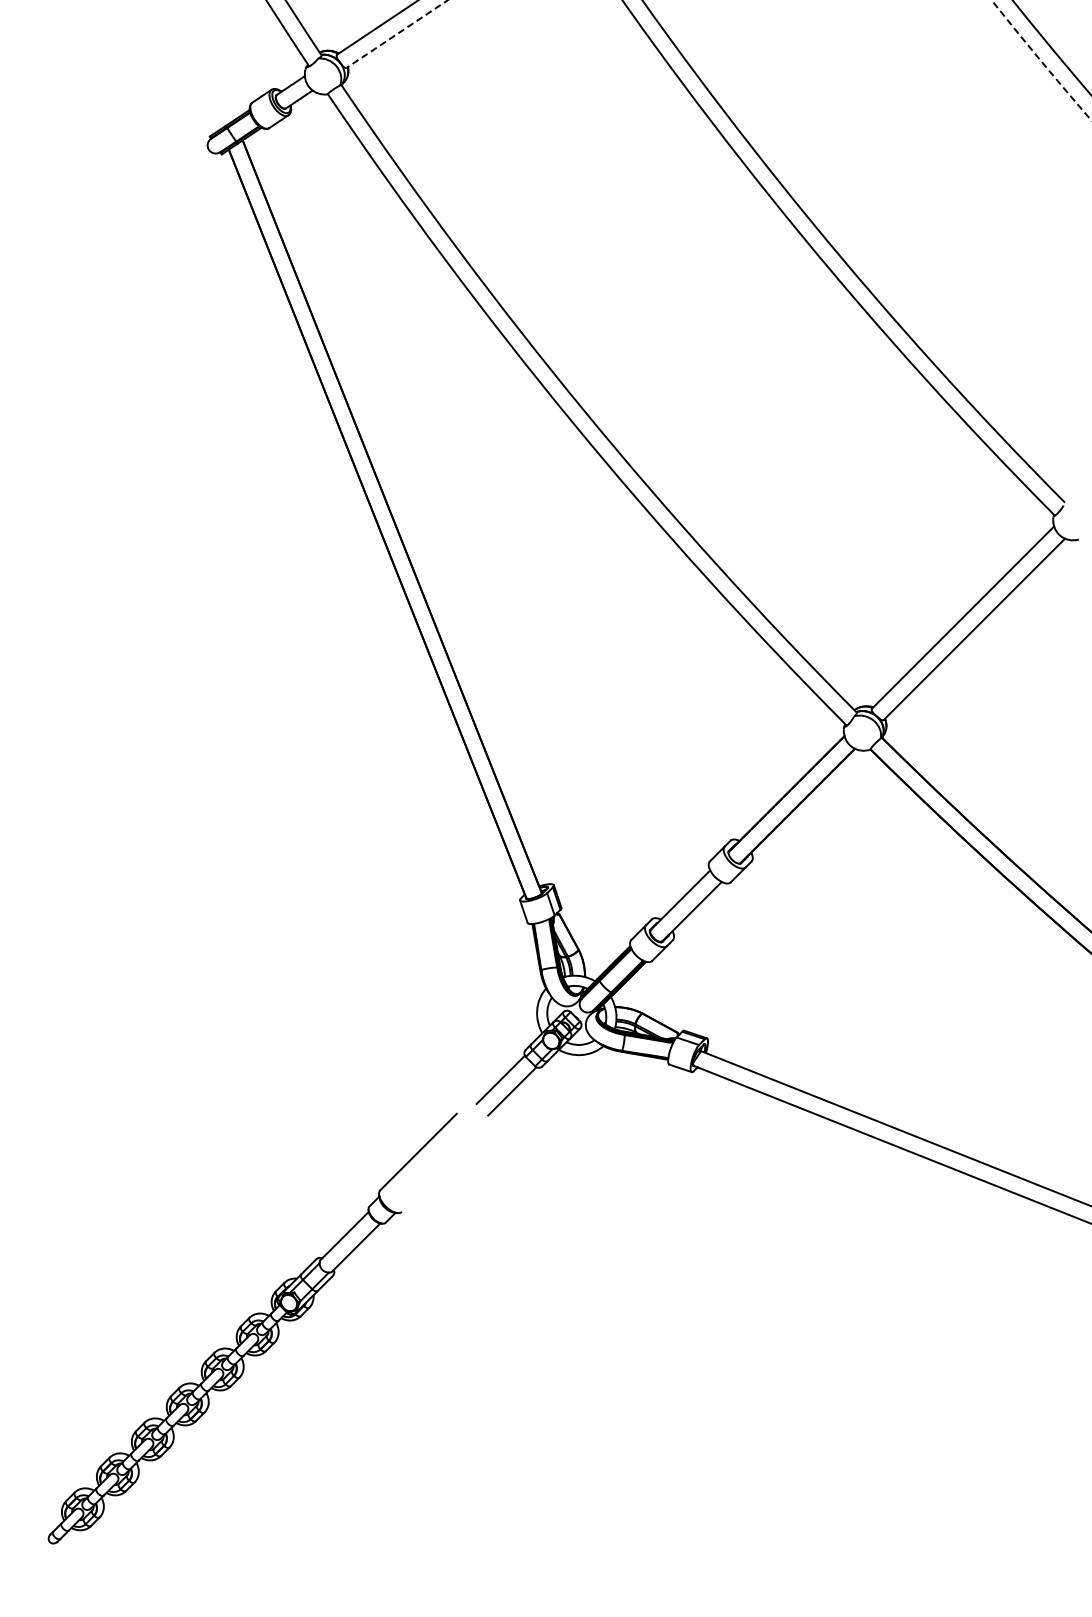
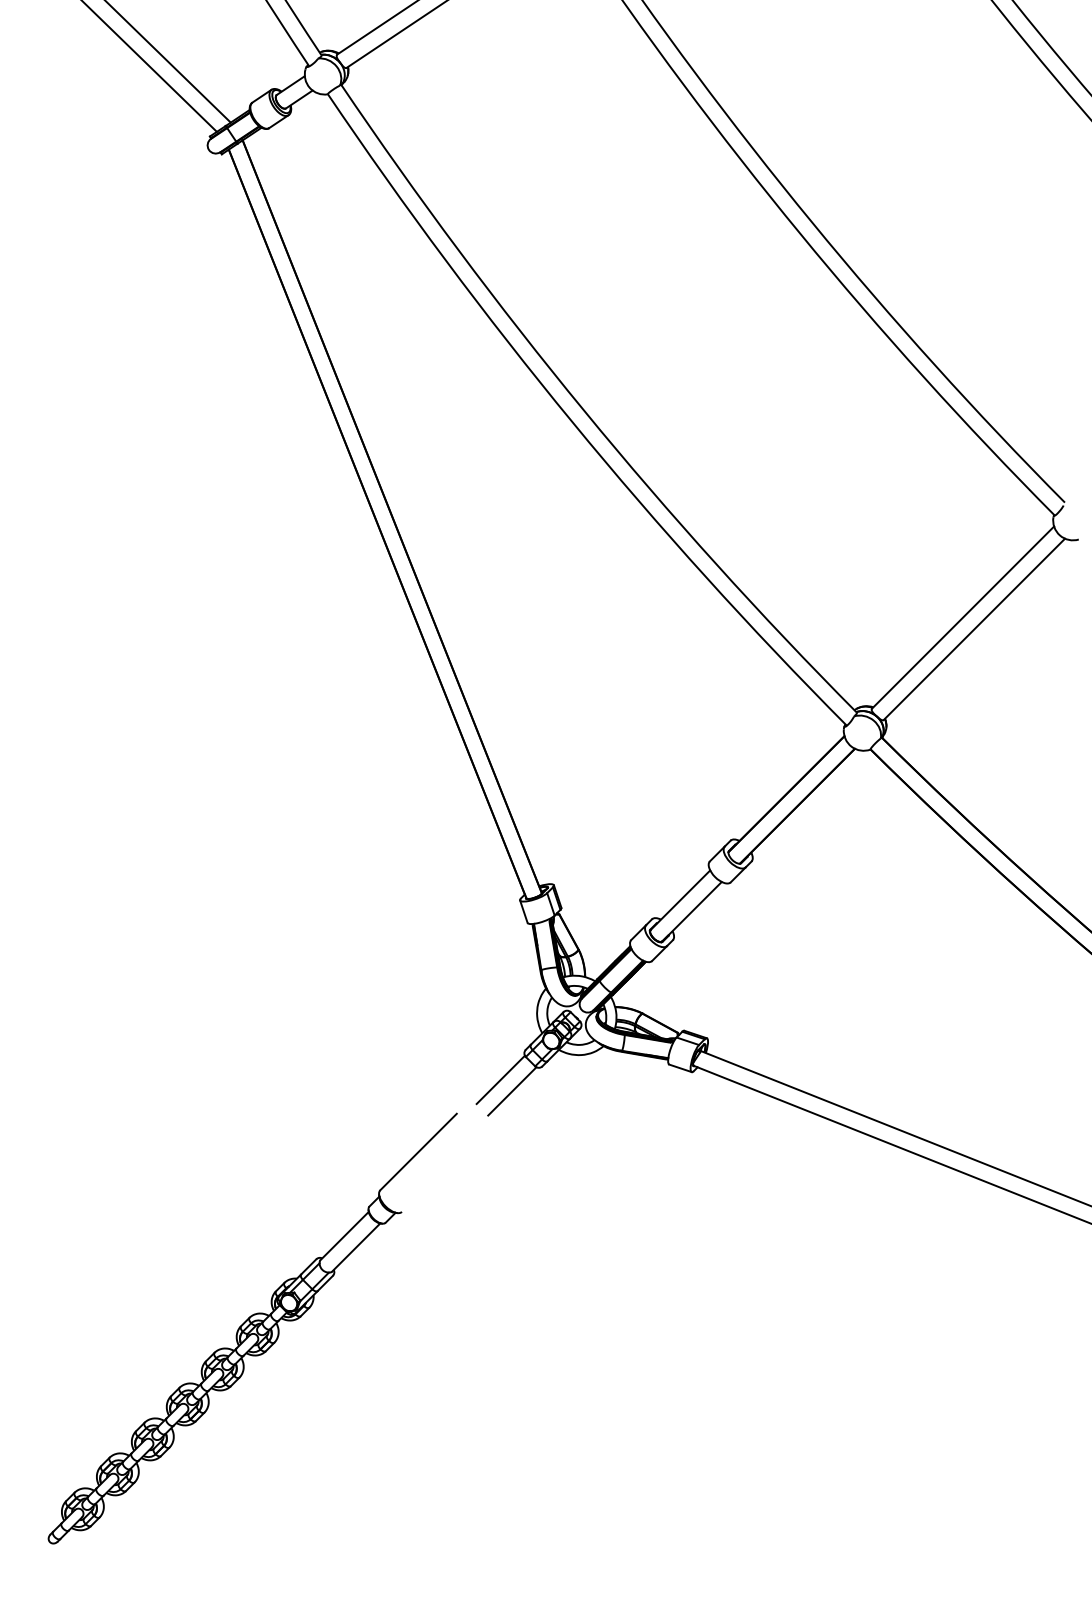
line at (397, 34): dashed -> solid
arc at (1041, 61): dashed -> solid
line at (168, 62): none -> present
line at (149, 66): none -> present
